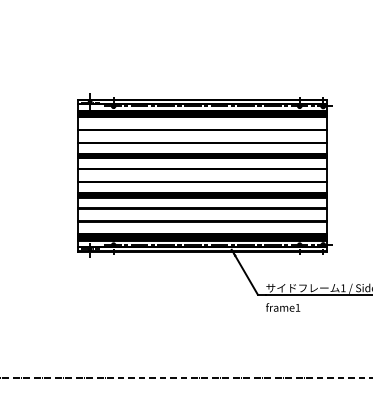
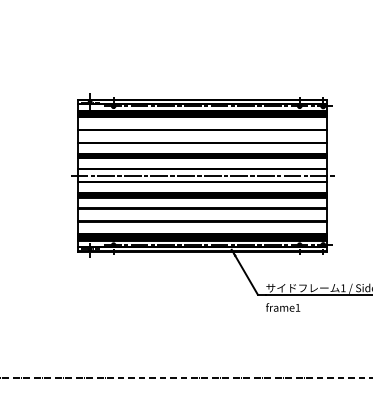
line at (202, 175): none -> present
